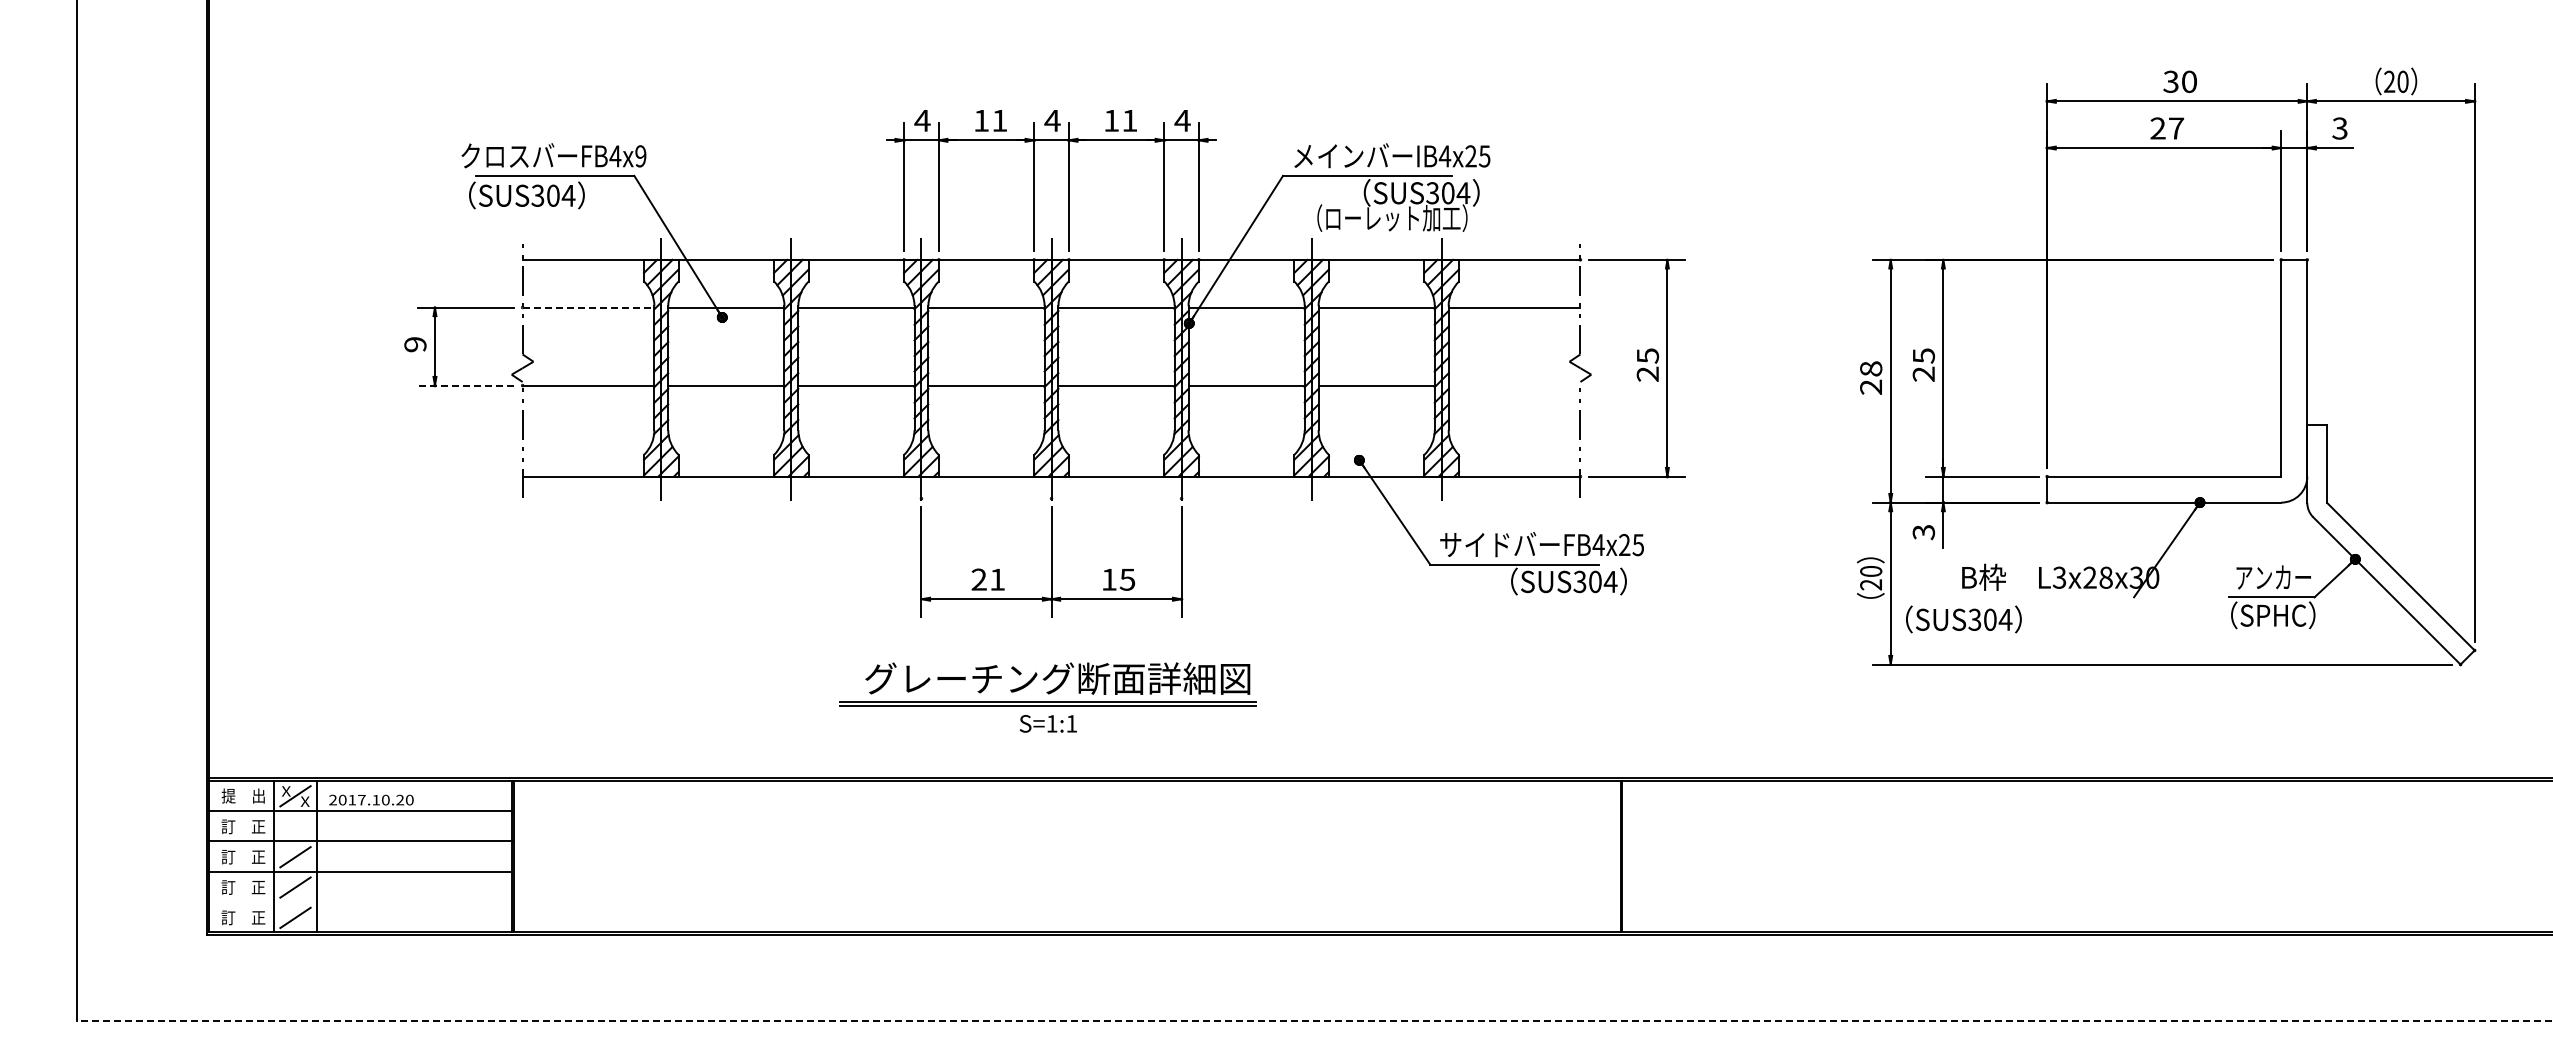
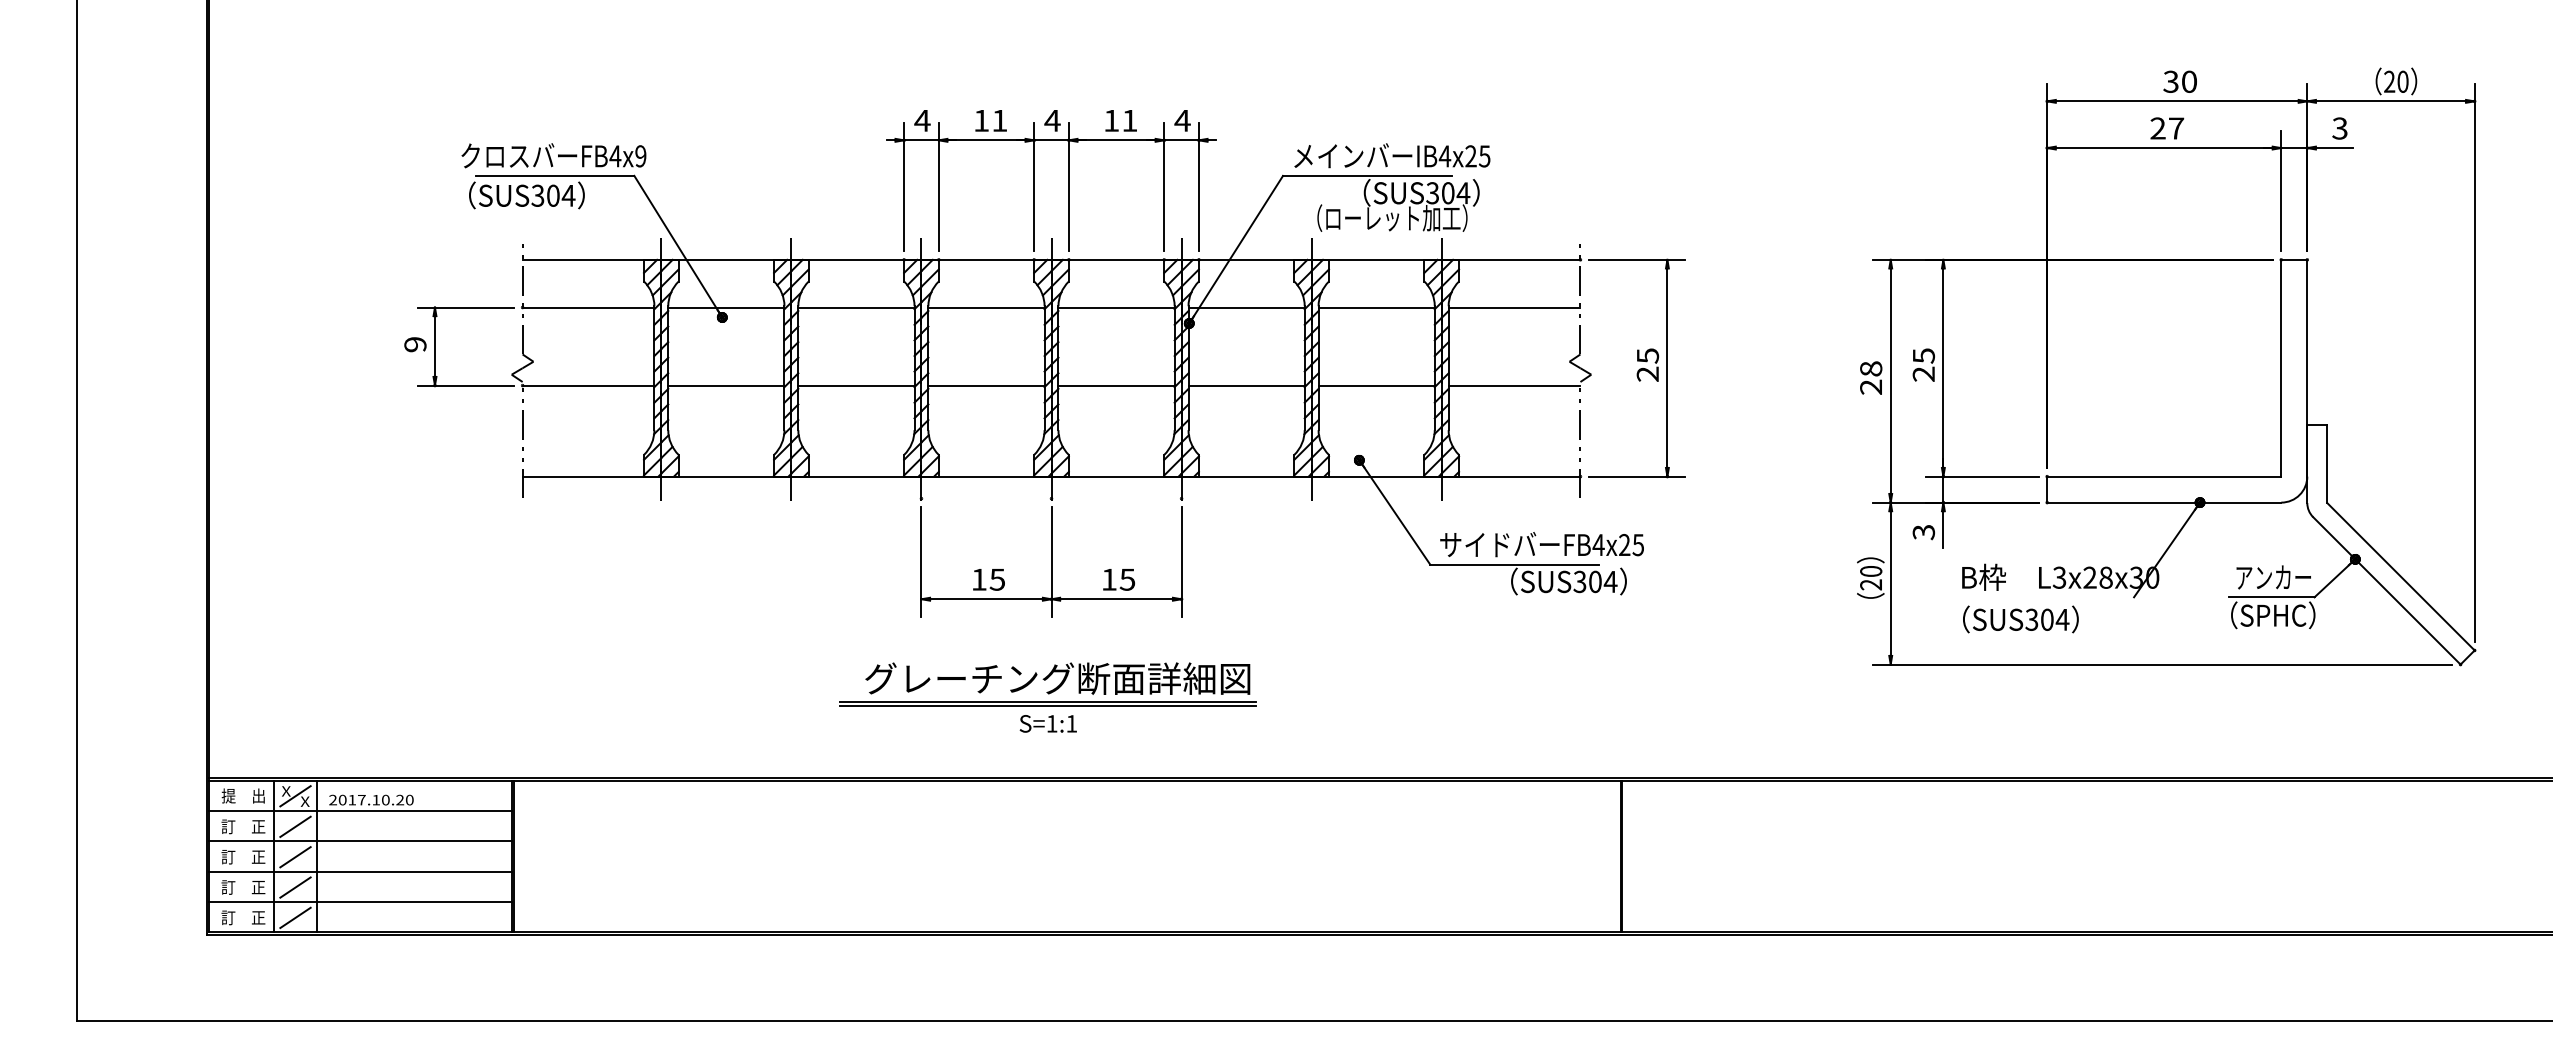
line at (588, 307): dashed -> solid
line at (465, 385): dashed -> solid
line at (1514, 385): none -> present
text at (987, 579): 21 -> 15
text at (1963, 619) position: (1963, 619) -> (2020, 619)
line at (295, 826): none -> present
line at (360, 902): none -> present
line at (1314, 1021): dashed -> solid
